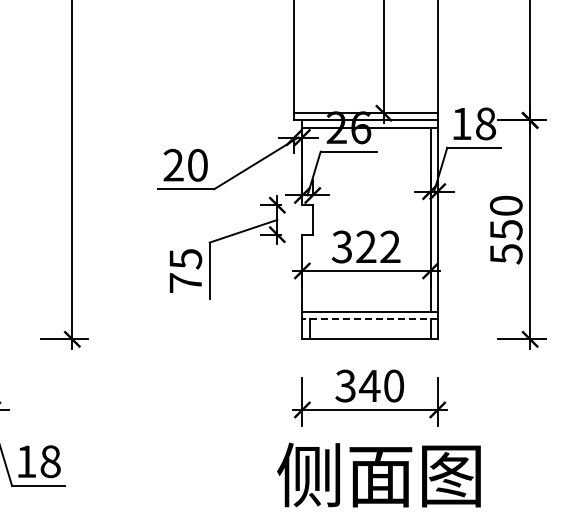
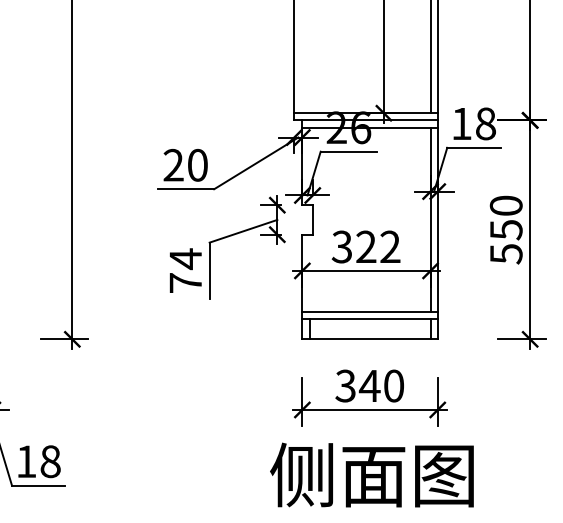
line at (430, 57): none -> present
text at (185, 259): 75 -> 74
line at (370, 319): dashed -> solid
text at (378, 474) position: (378, 474) -> (371, 474)
